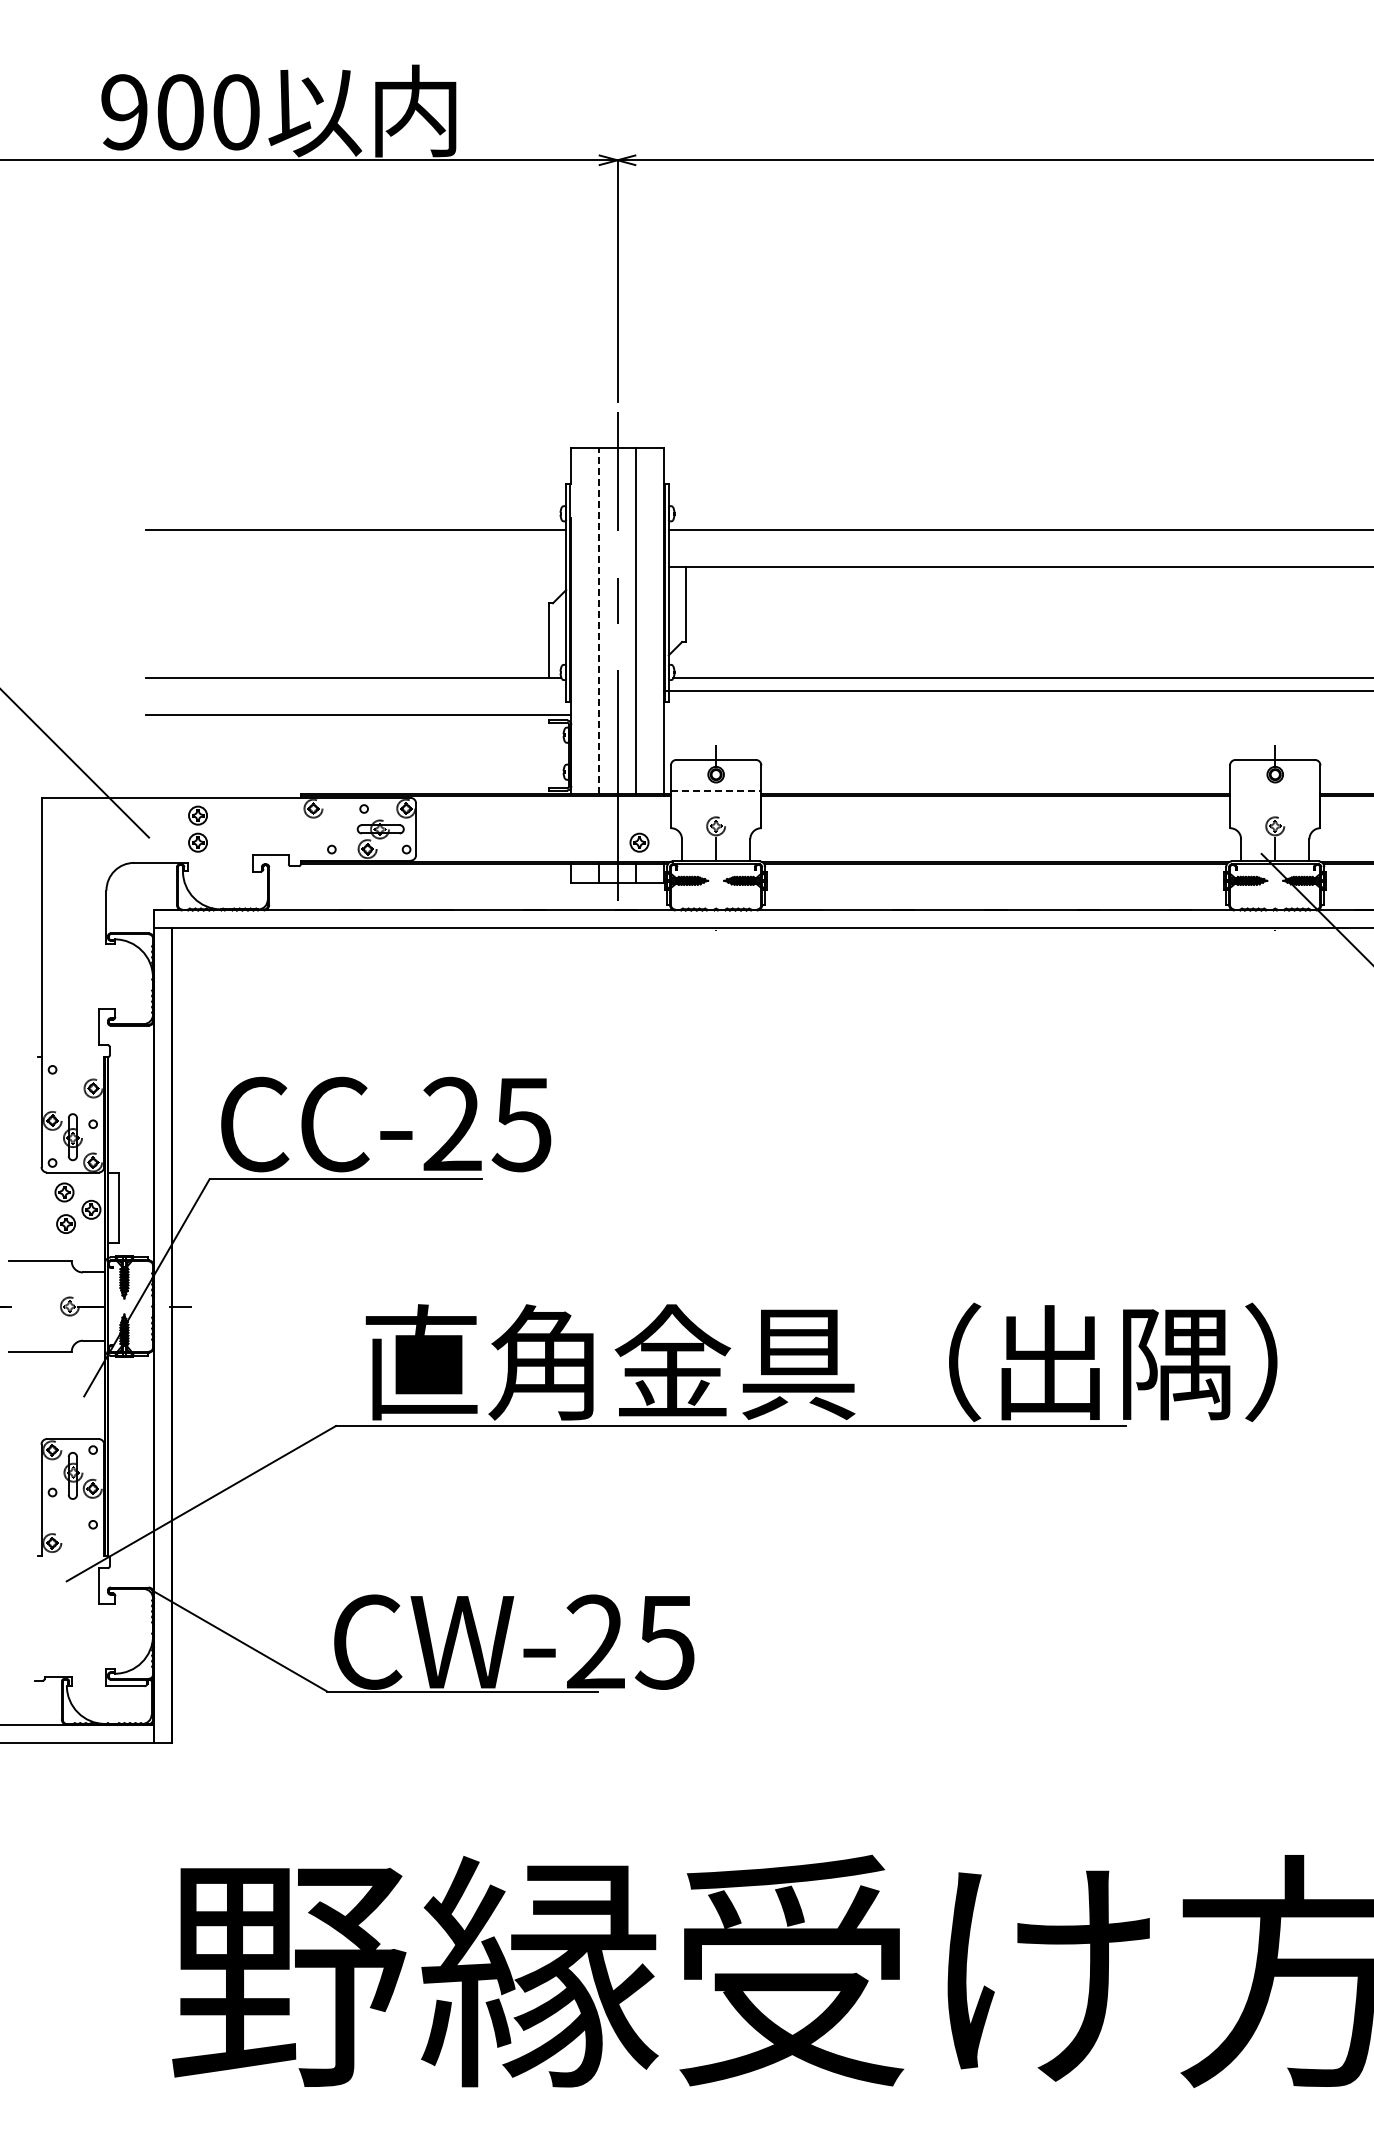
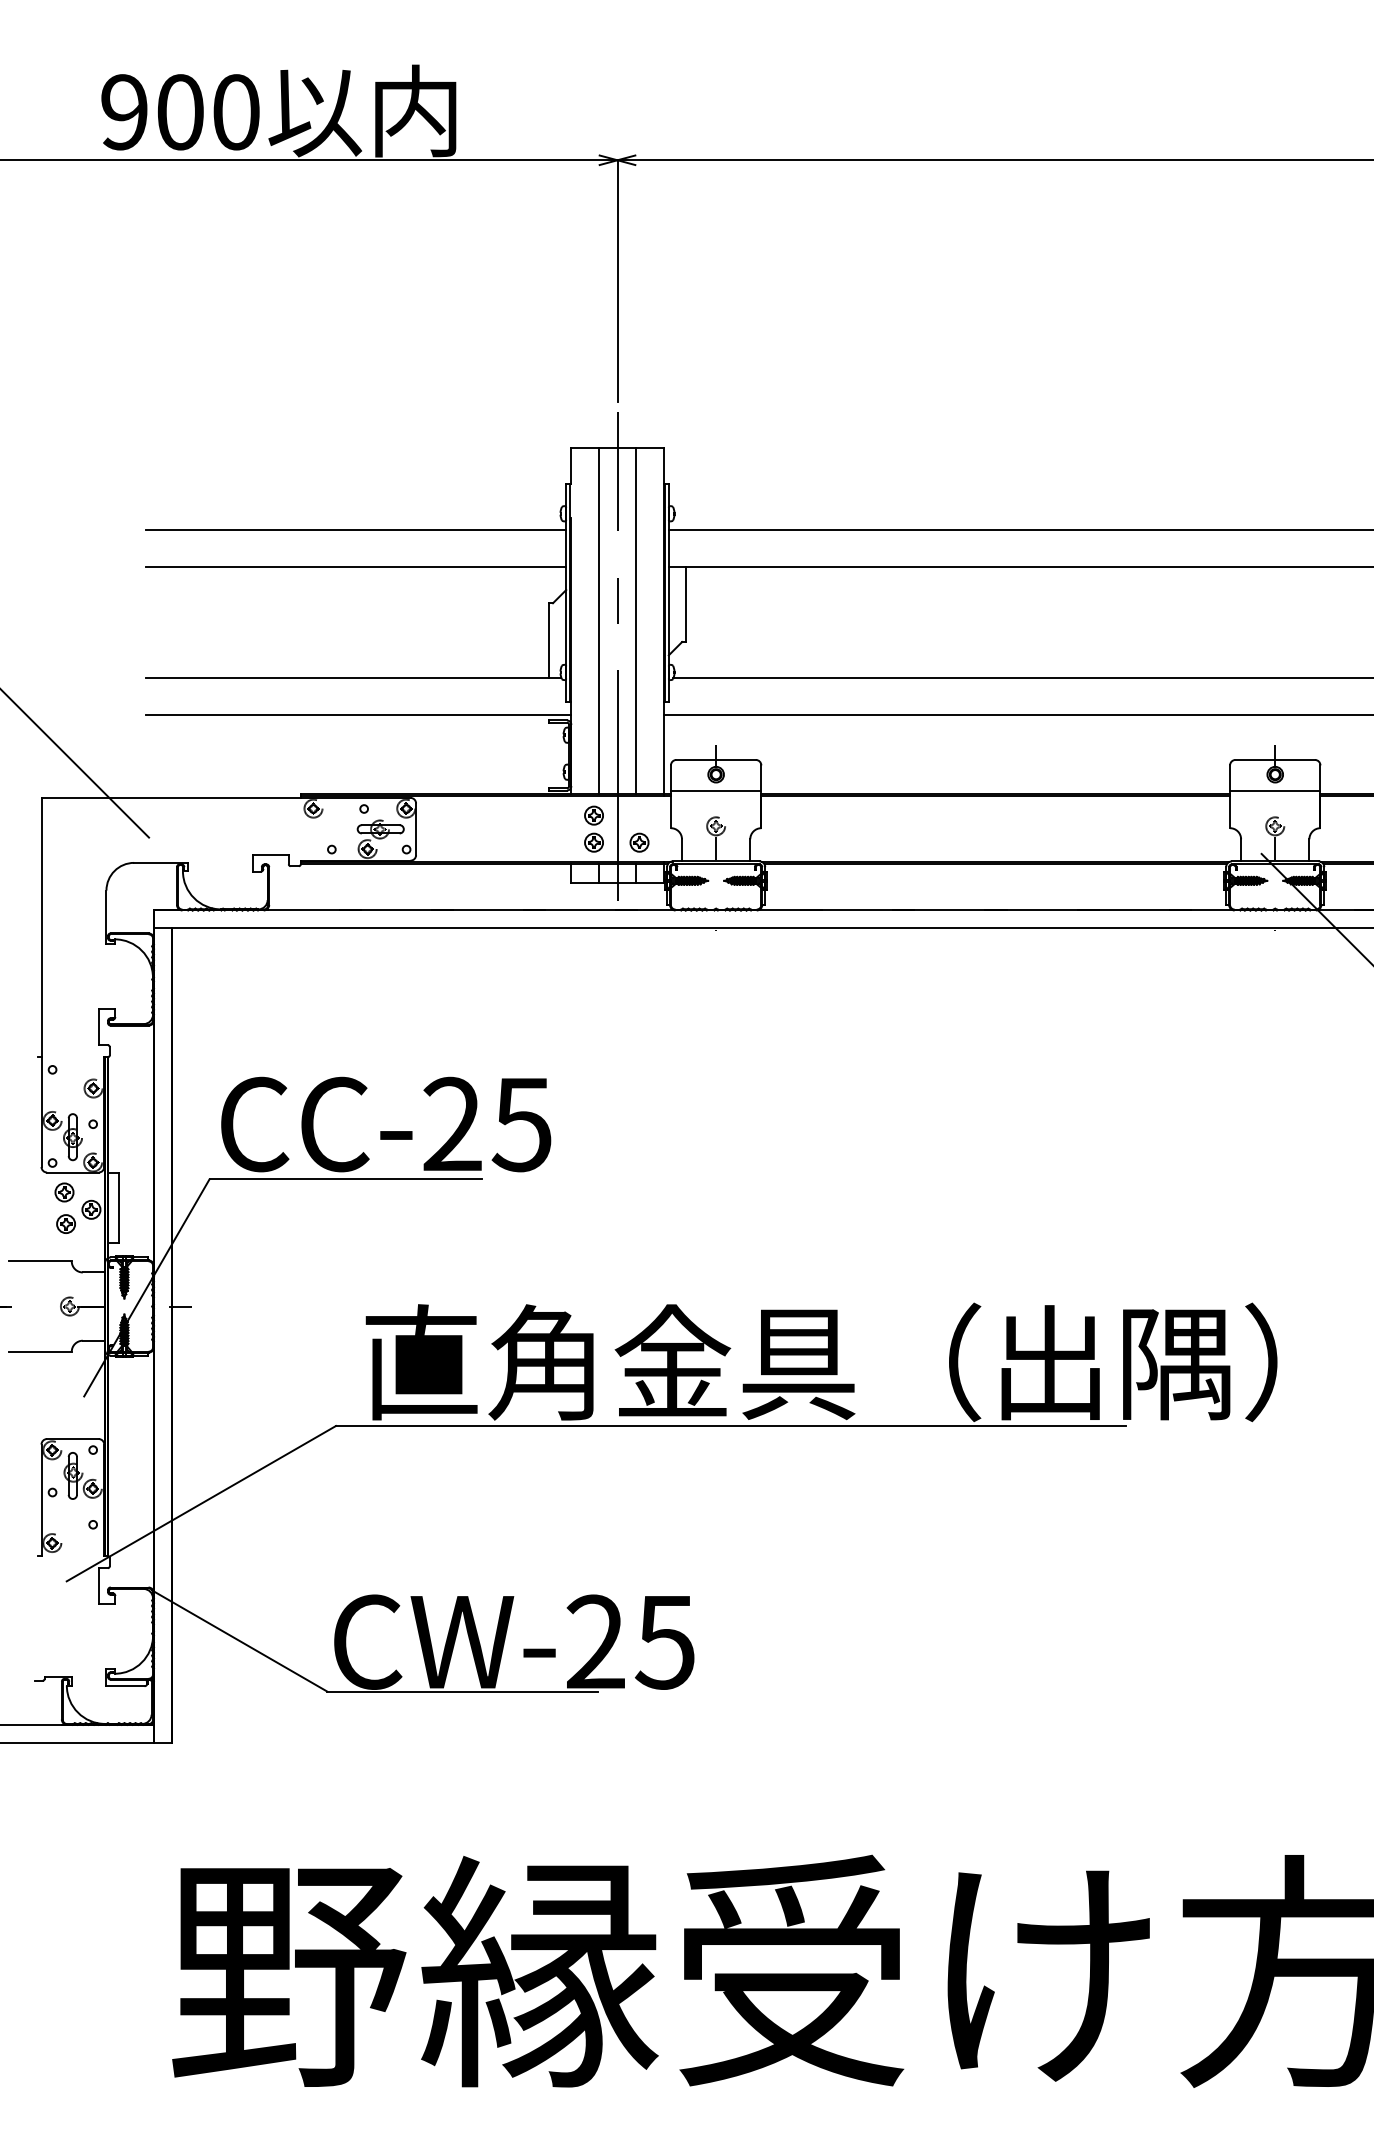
line at (356, 567): none -> present
line at (599, 620): dashed -> solid
line at (1016, 690) position: (1016, 690) -> (1016, 714)
line at (716, 791): dashed -> solid
line at (1275, 791): none -> present
part at (197, 828) position: (197, 828) -> (593, 828)
